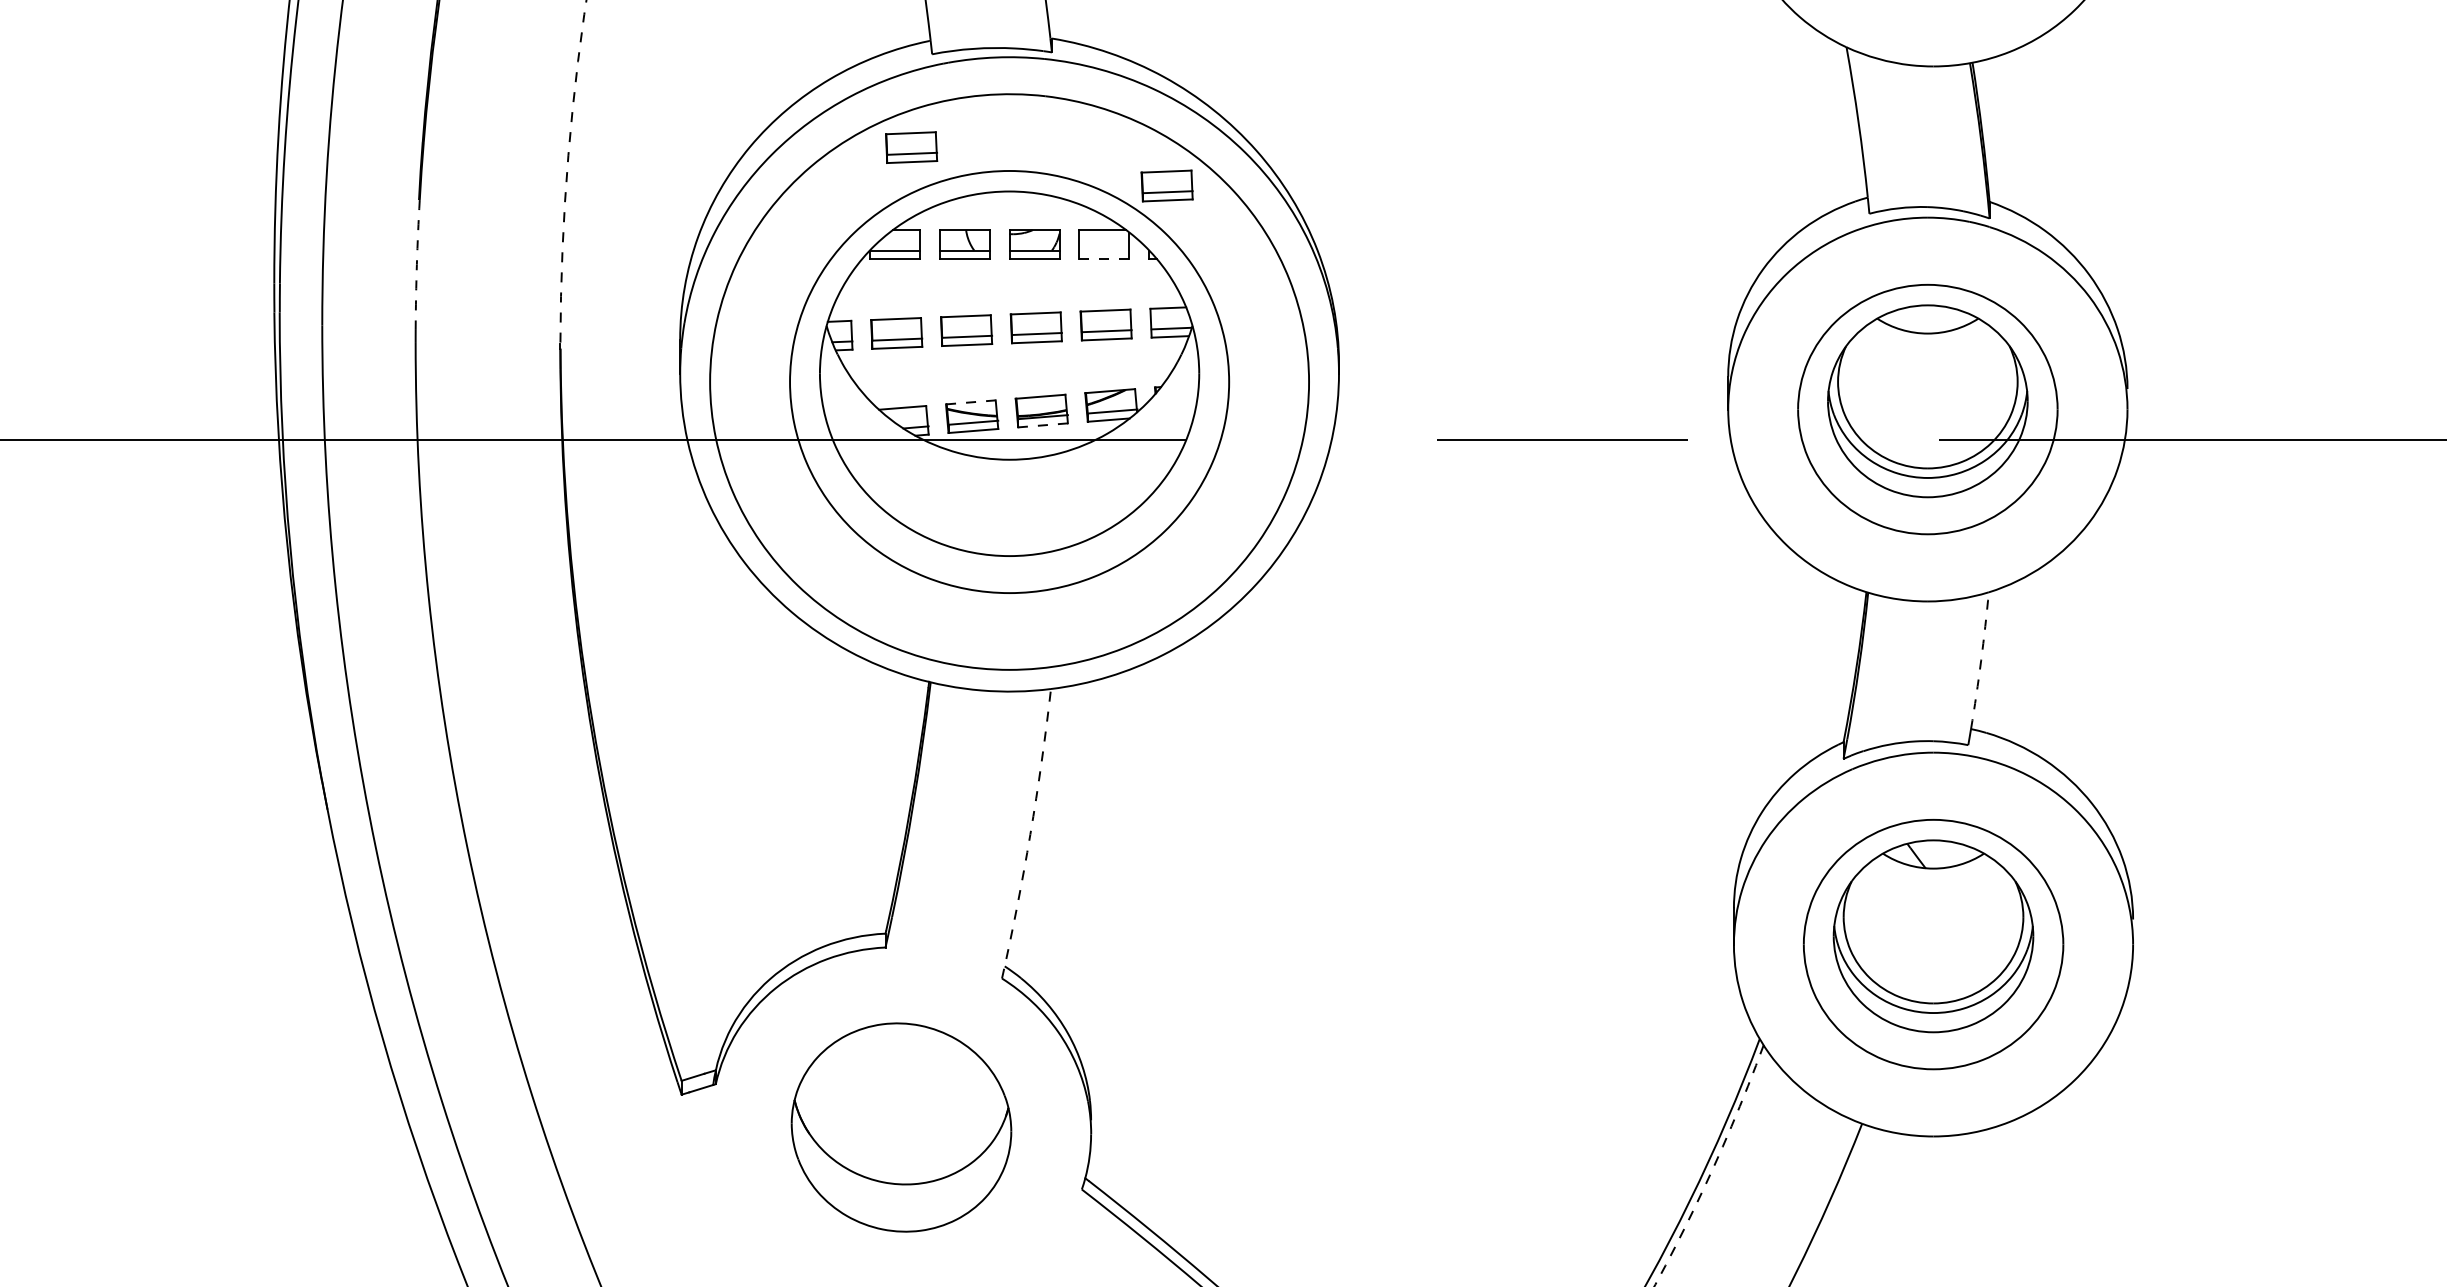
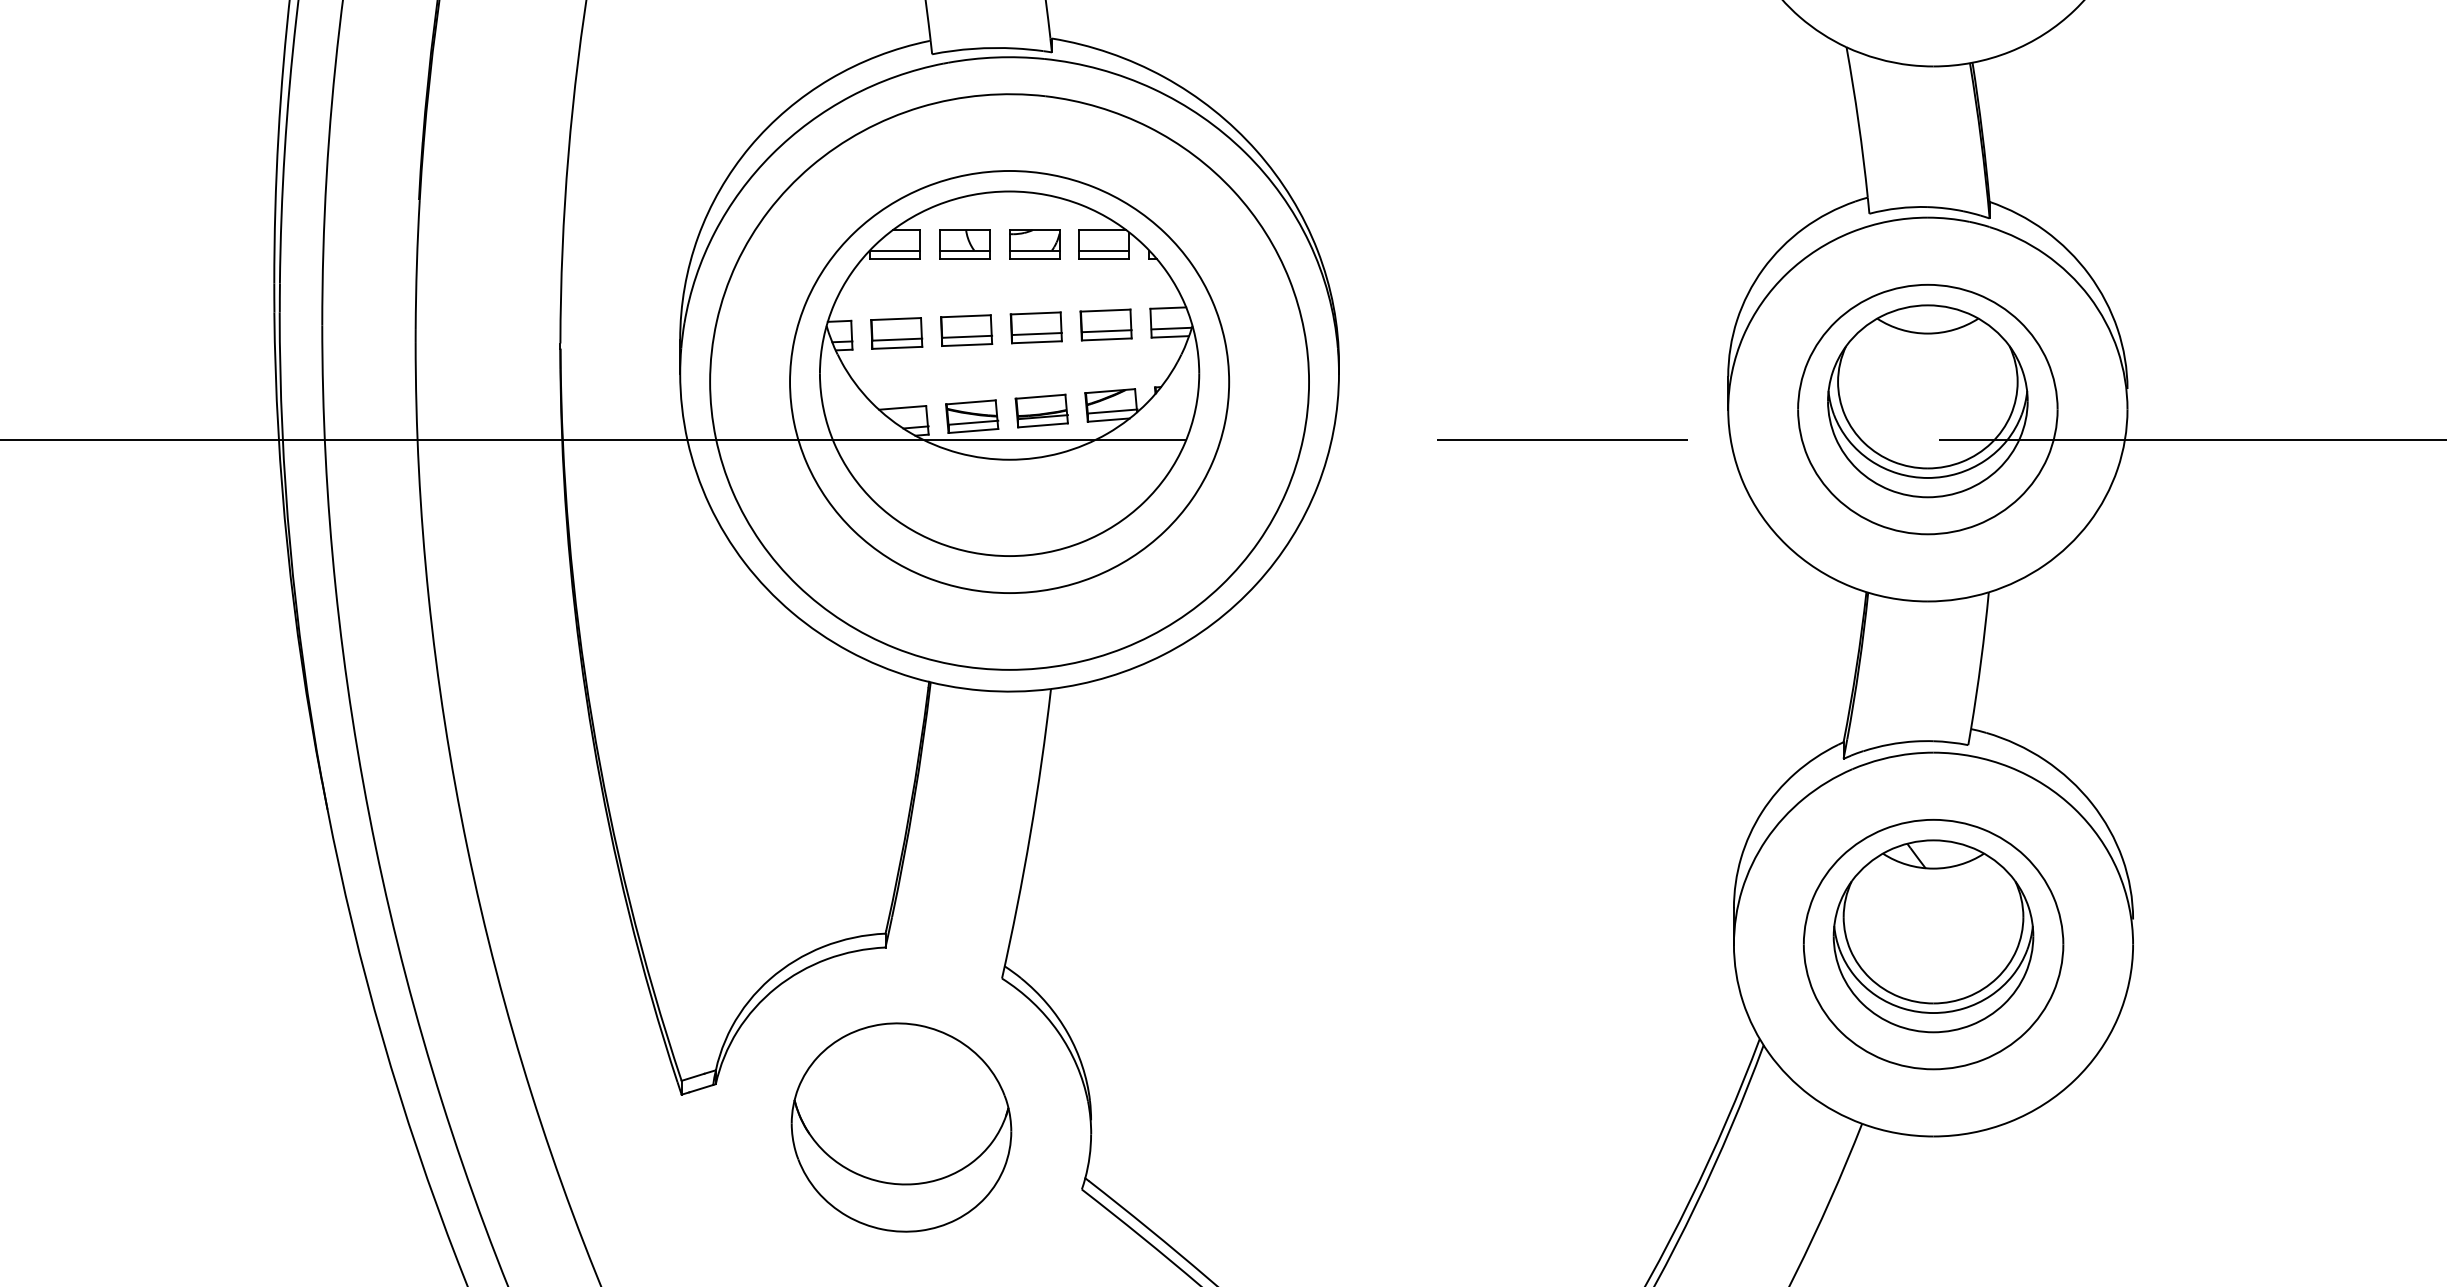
part at (911, 147): present -> none
arc at (567, 170): dashed -> solid
part at (1166, 185): present -> none
line at (1104, 250): none -> present
line at (1104, 258): dashed -> solid
arc at (416, 264): dashed -> solid
line at (970, 402): dashed -> solid
line at (1043, 425): dashed -> solid
arc at (1981, 660): dashed -> solid
arc at (1030, 834): dashed -> solid
arc at (1713, 1167): dashed -> solid
